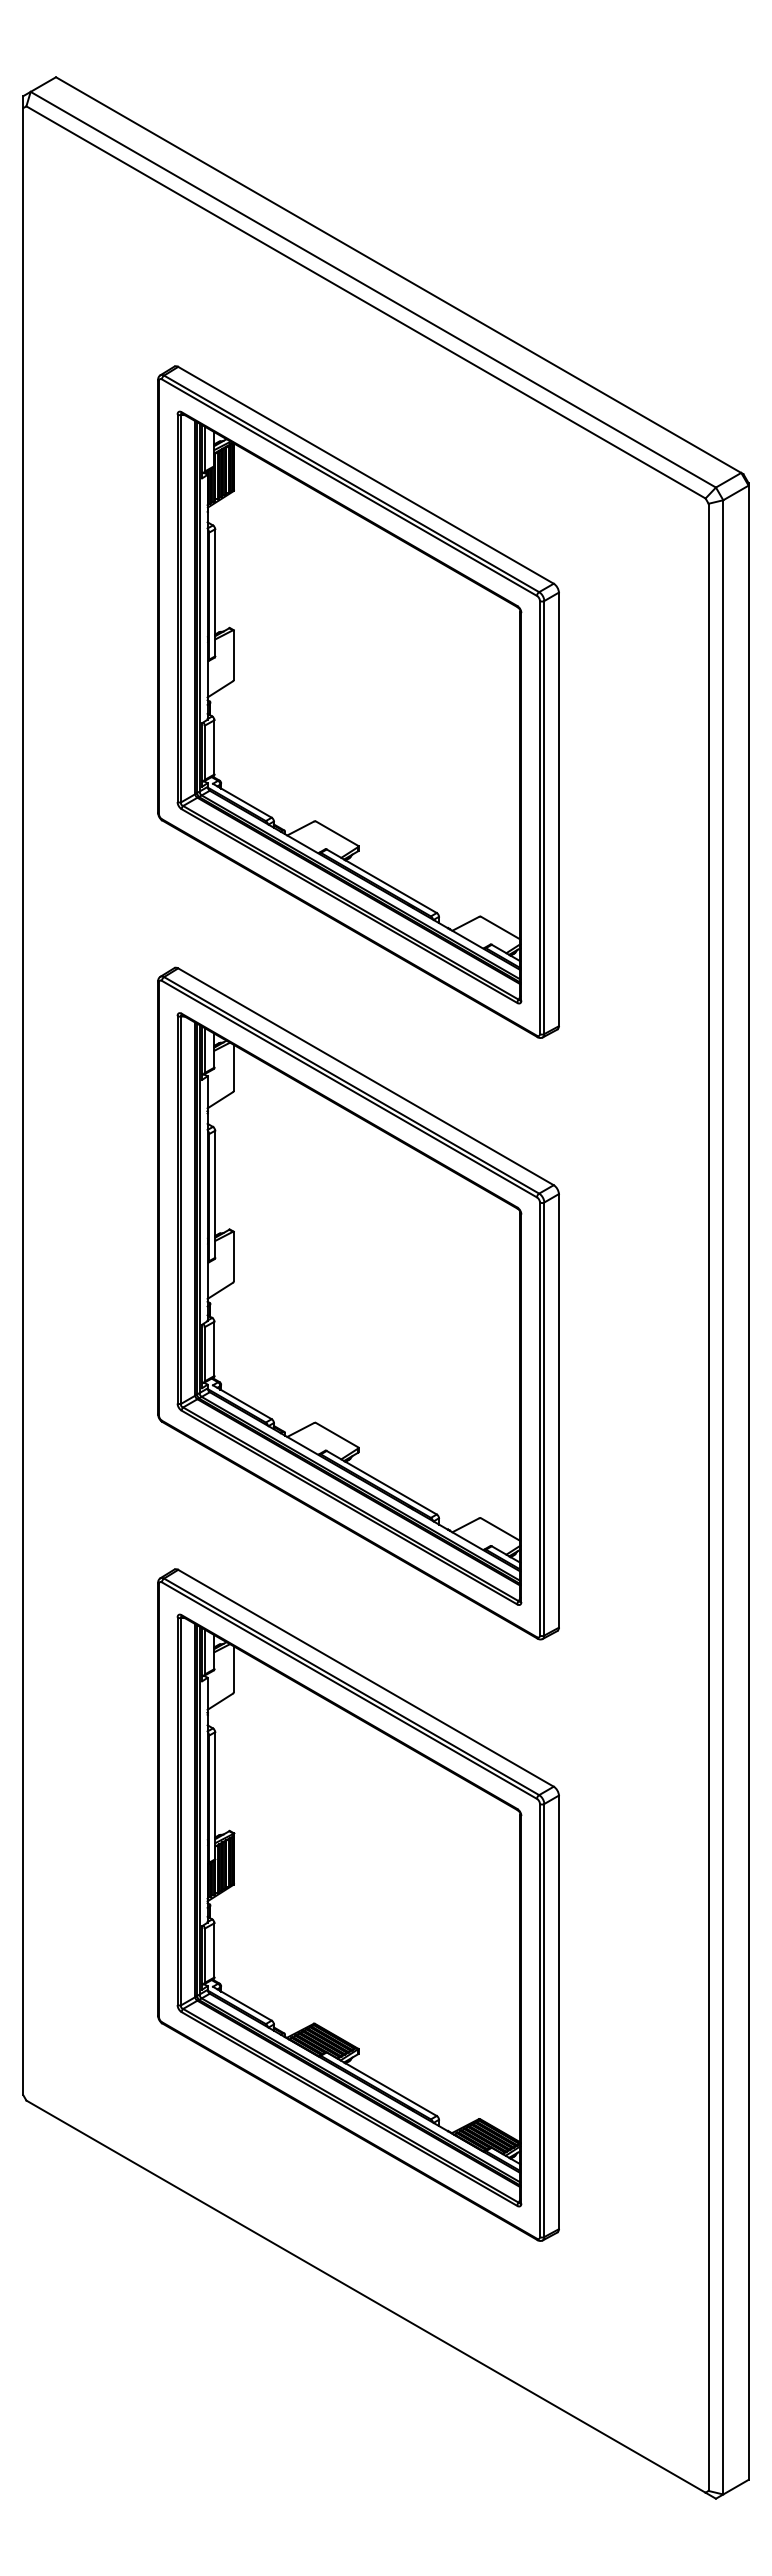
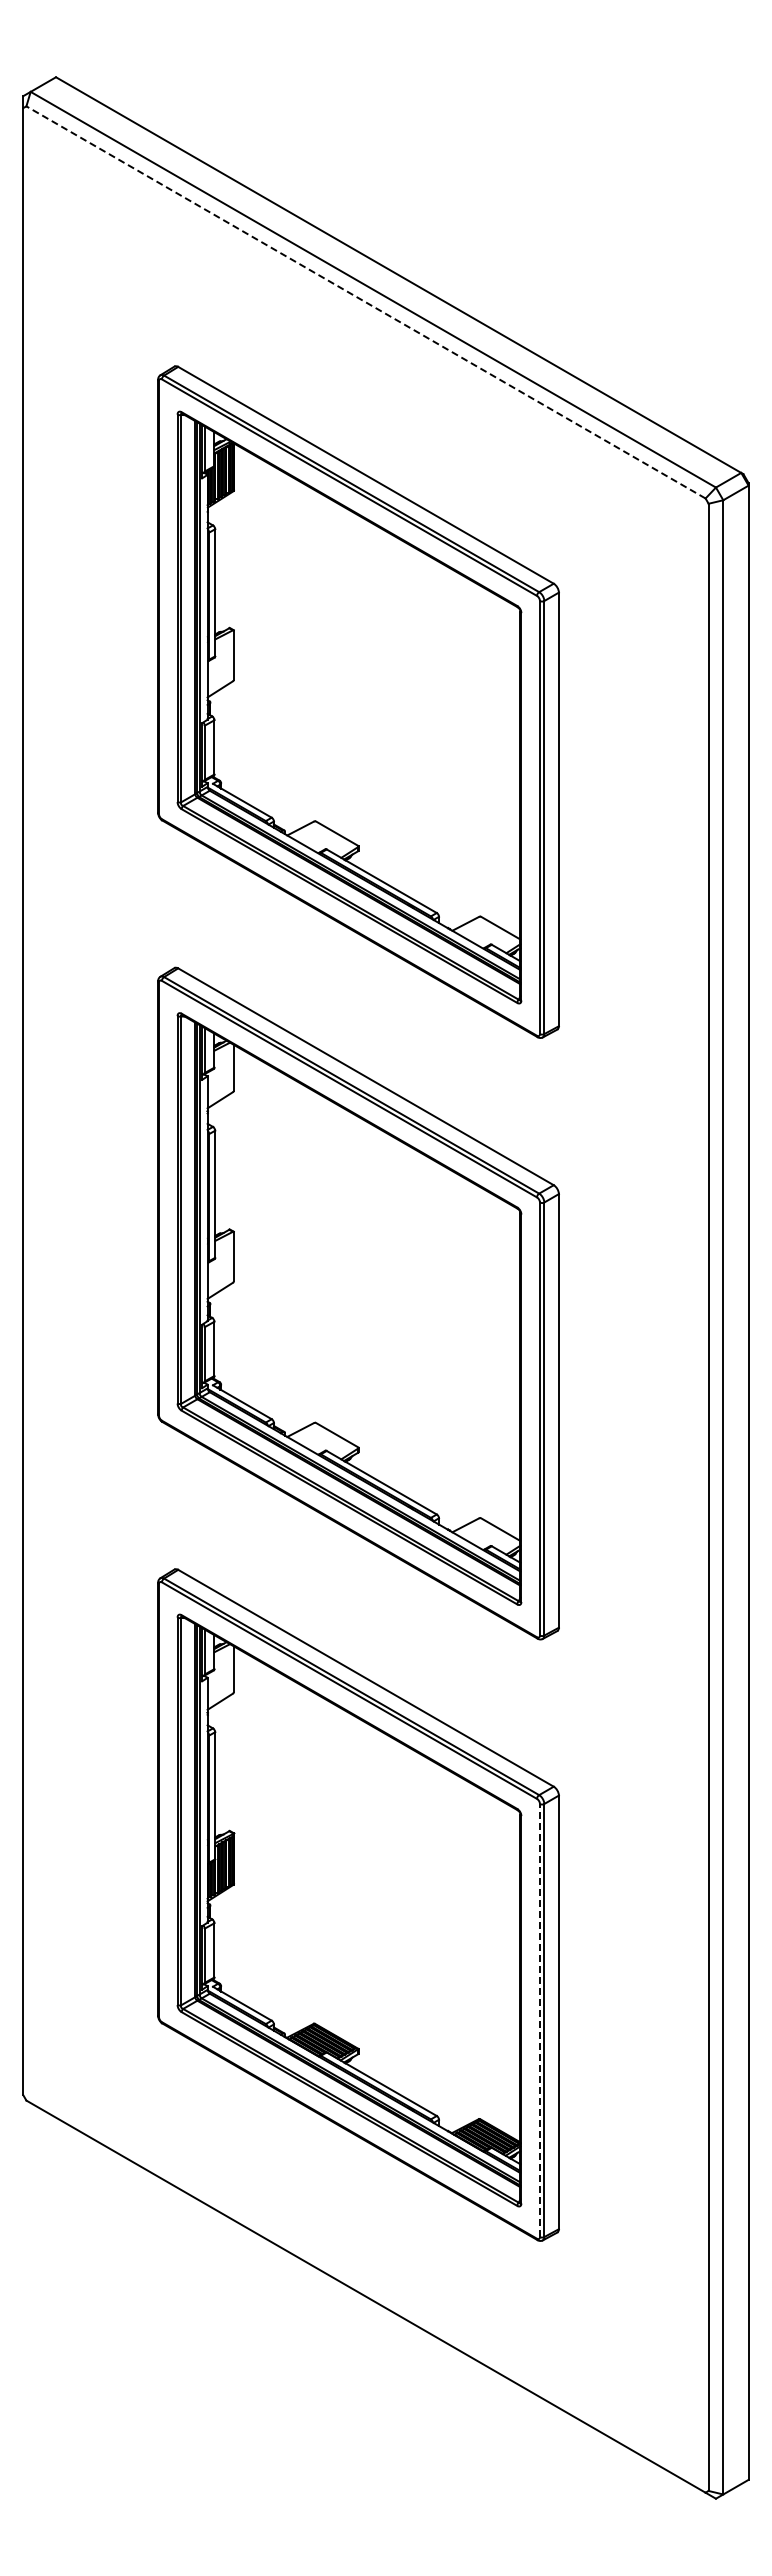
line at (365, 302): solid -> dashed
line at (539, 2020): solid -> dashed
